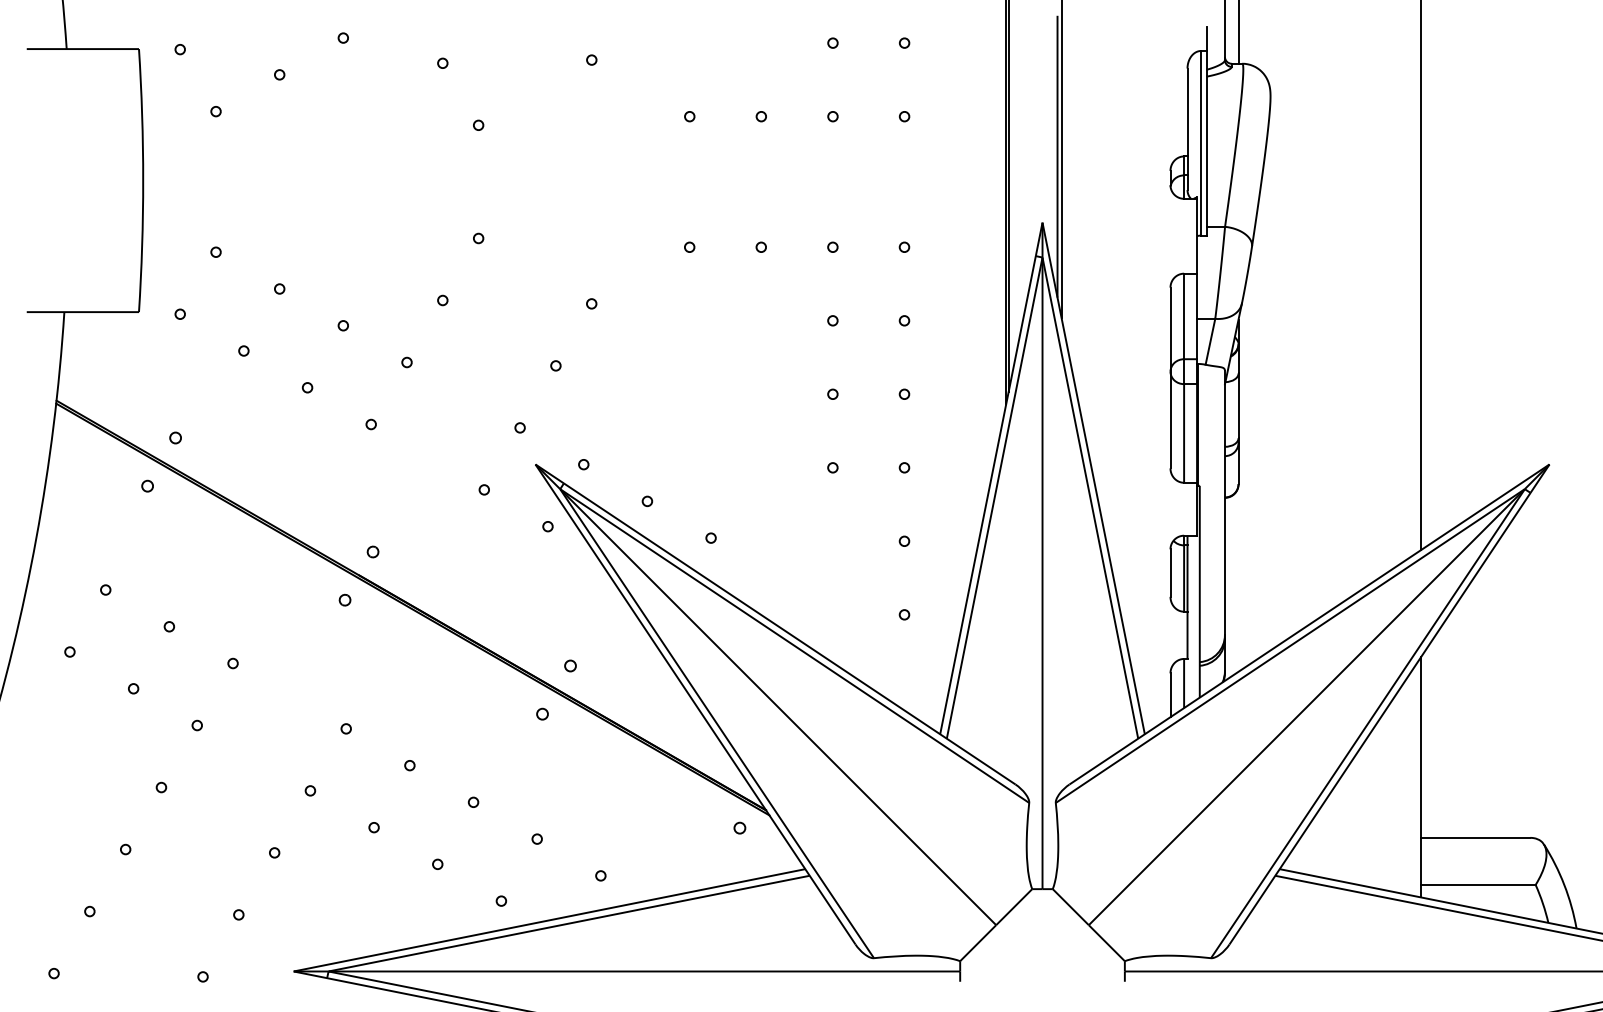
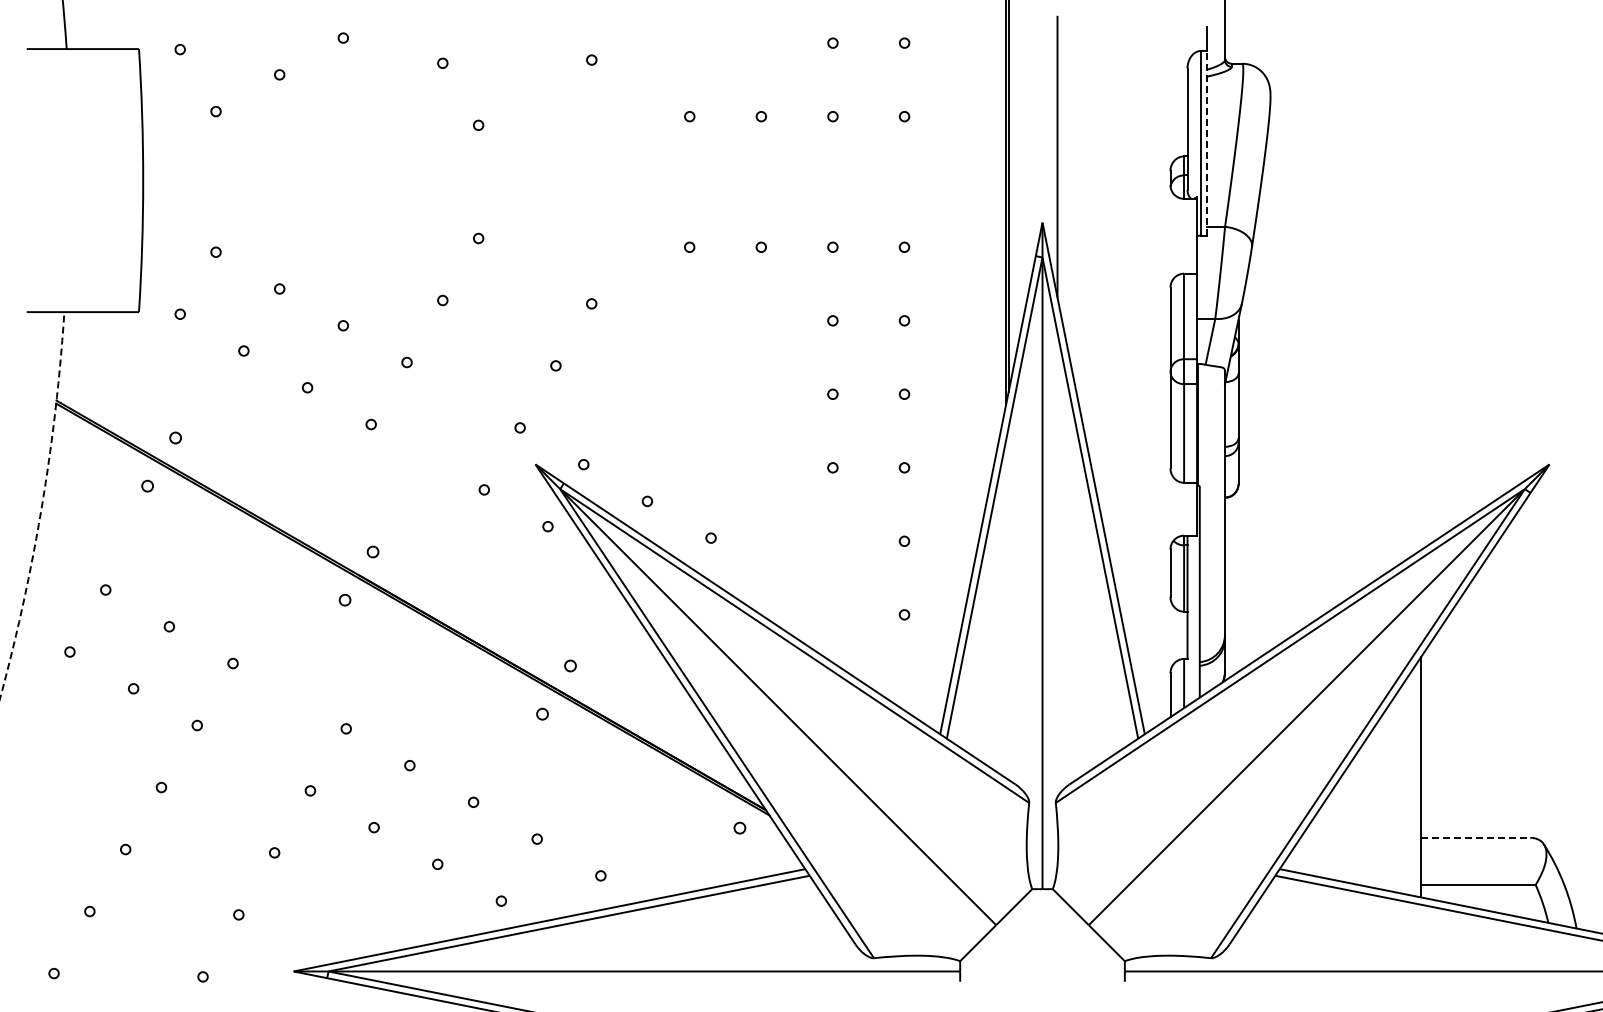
line at (1238, 32): present -> none
line at (1206, 142): solid -> dashed
line at (1061, 160): present -> none
line at (1421, 276): present -> none
arc at (41, 507): solid -> dashed
line at (1475, 837): solid -> dashed
